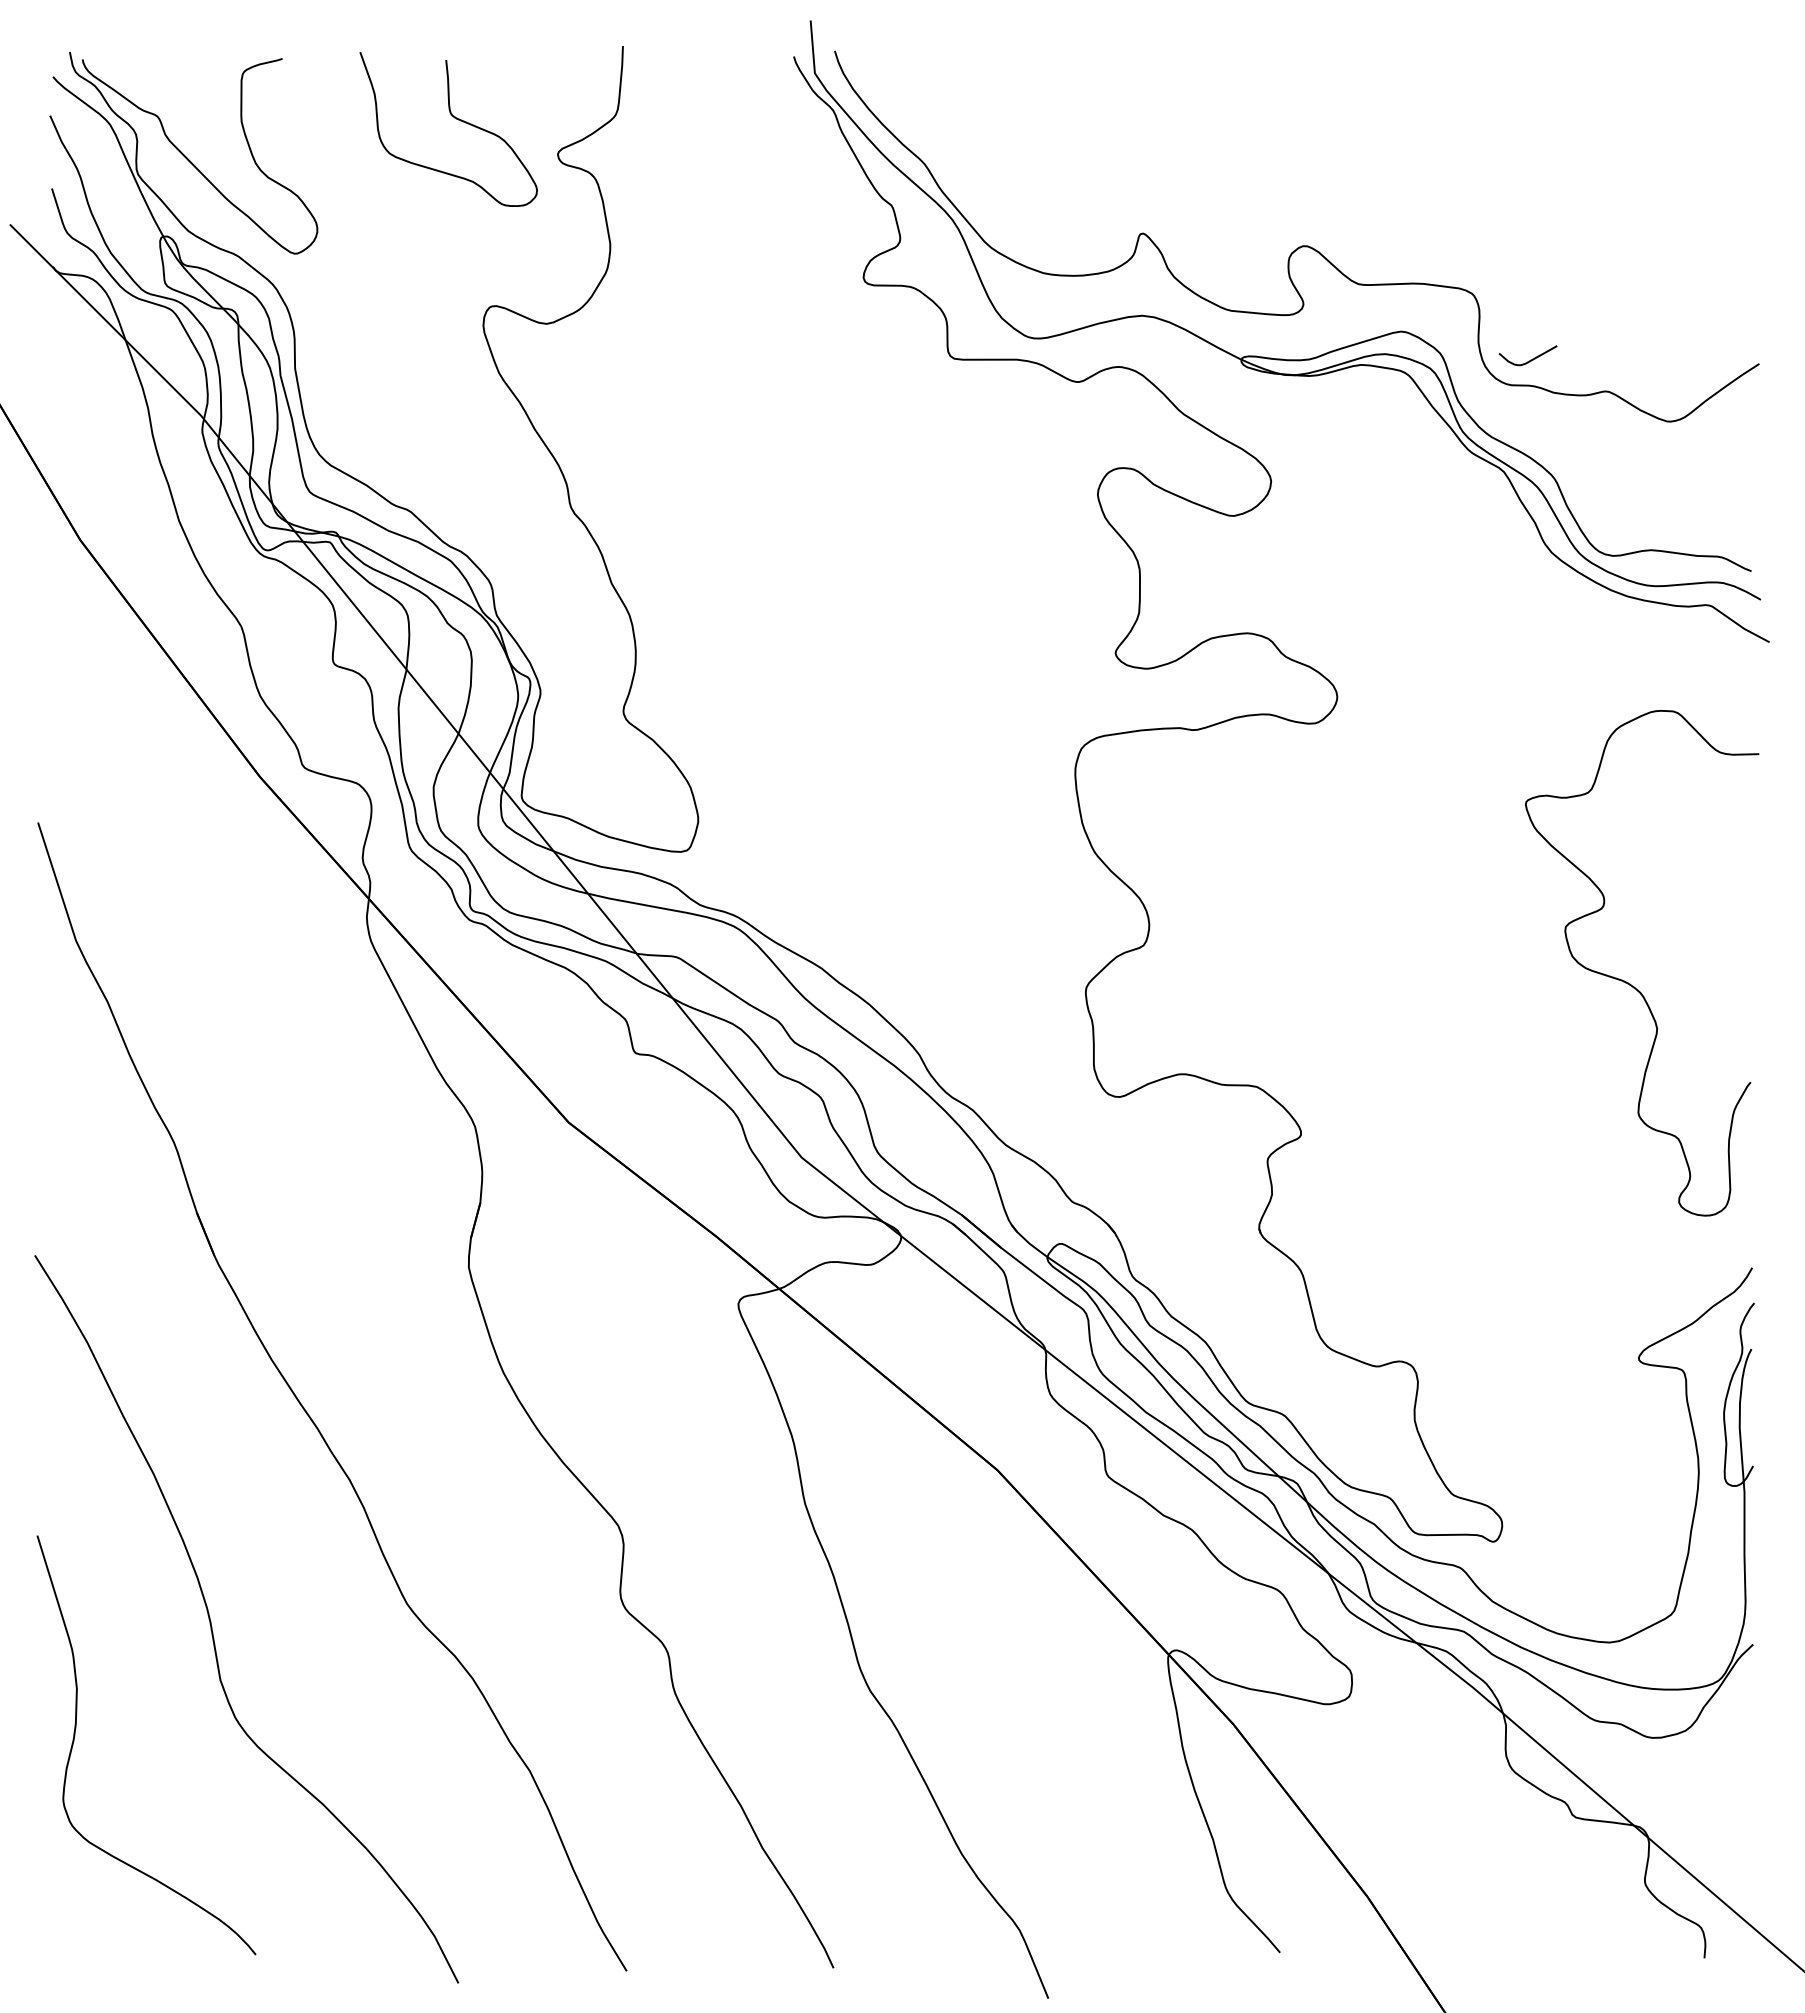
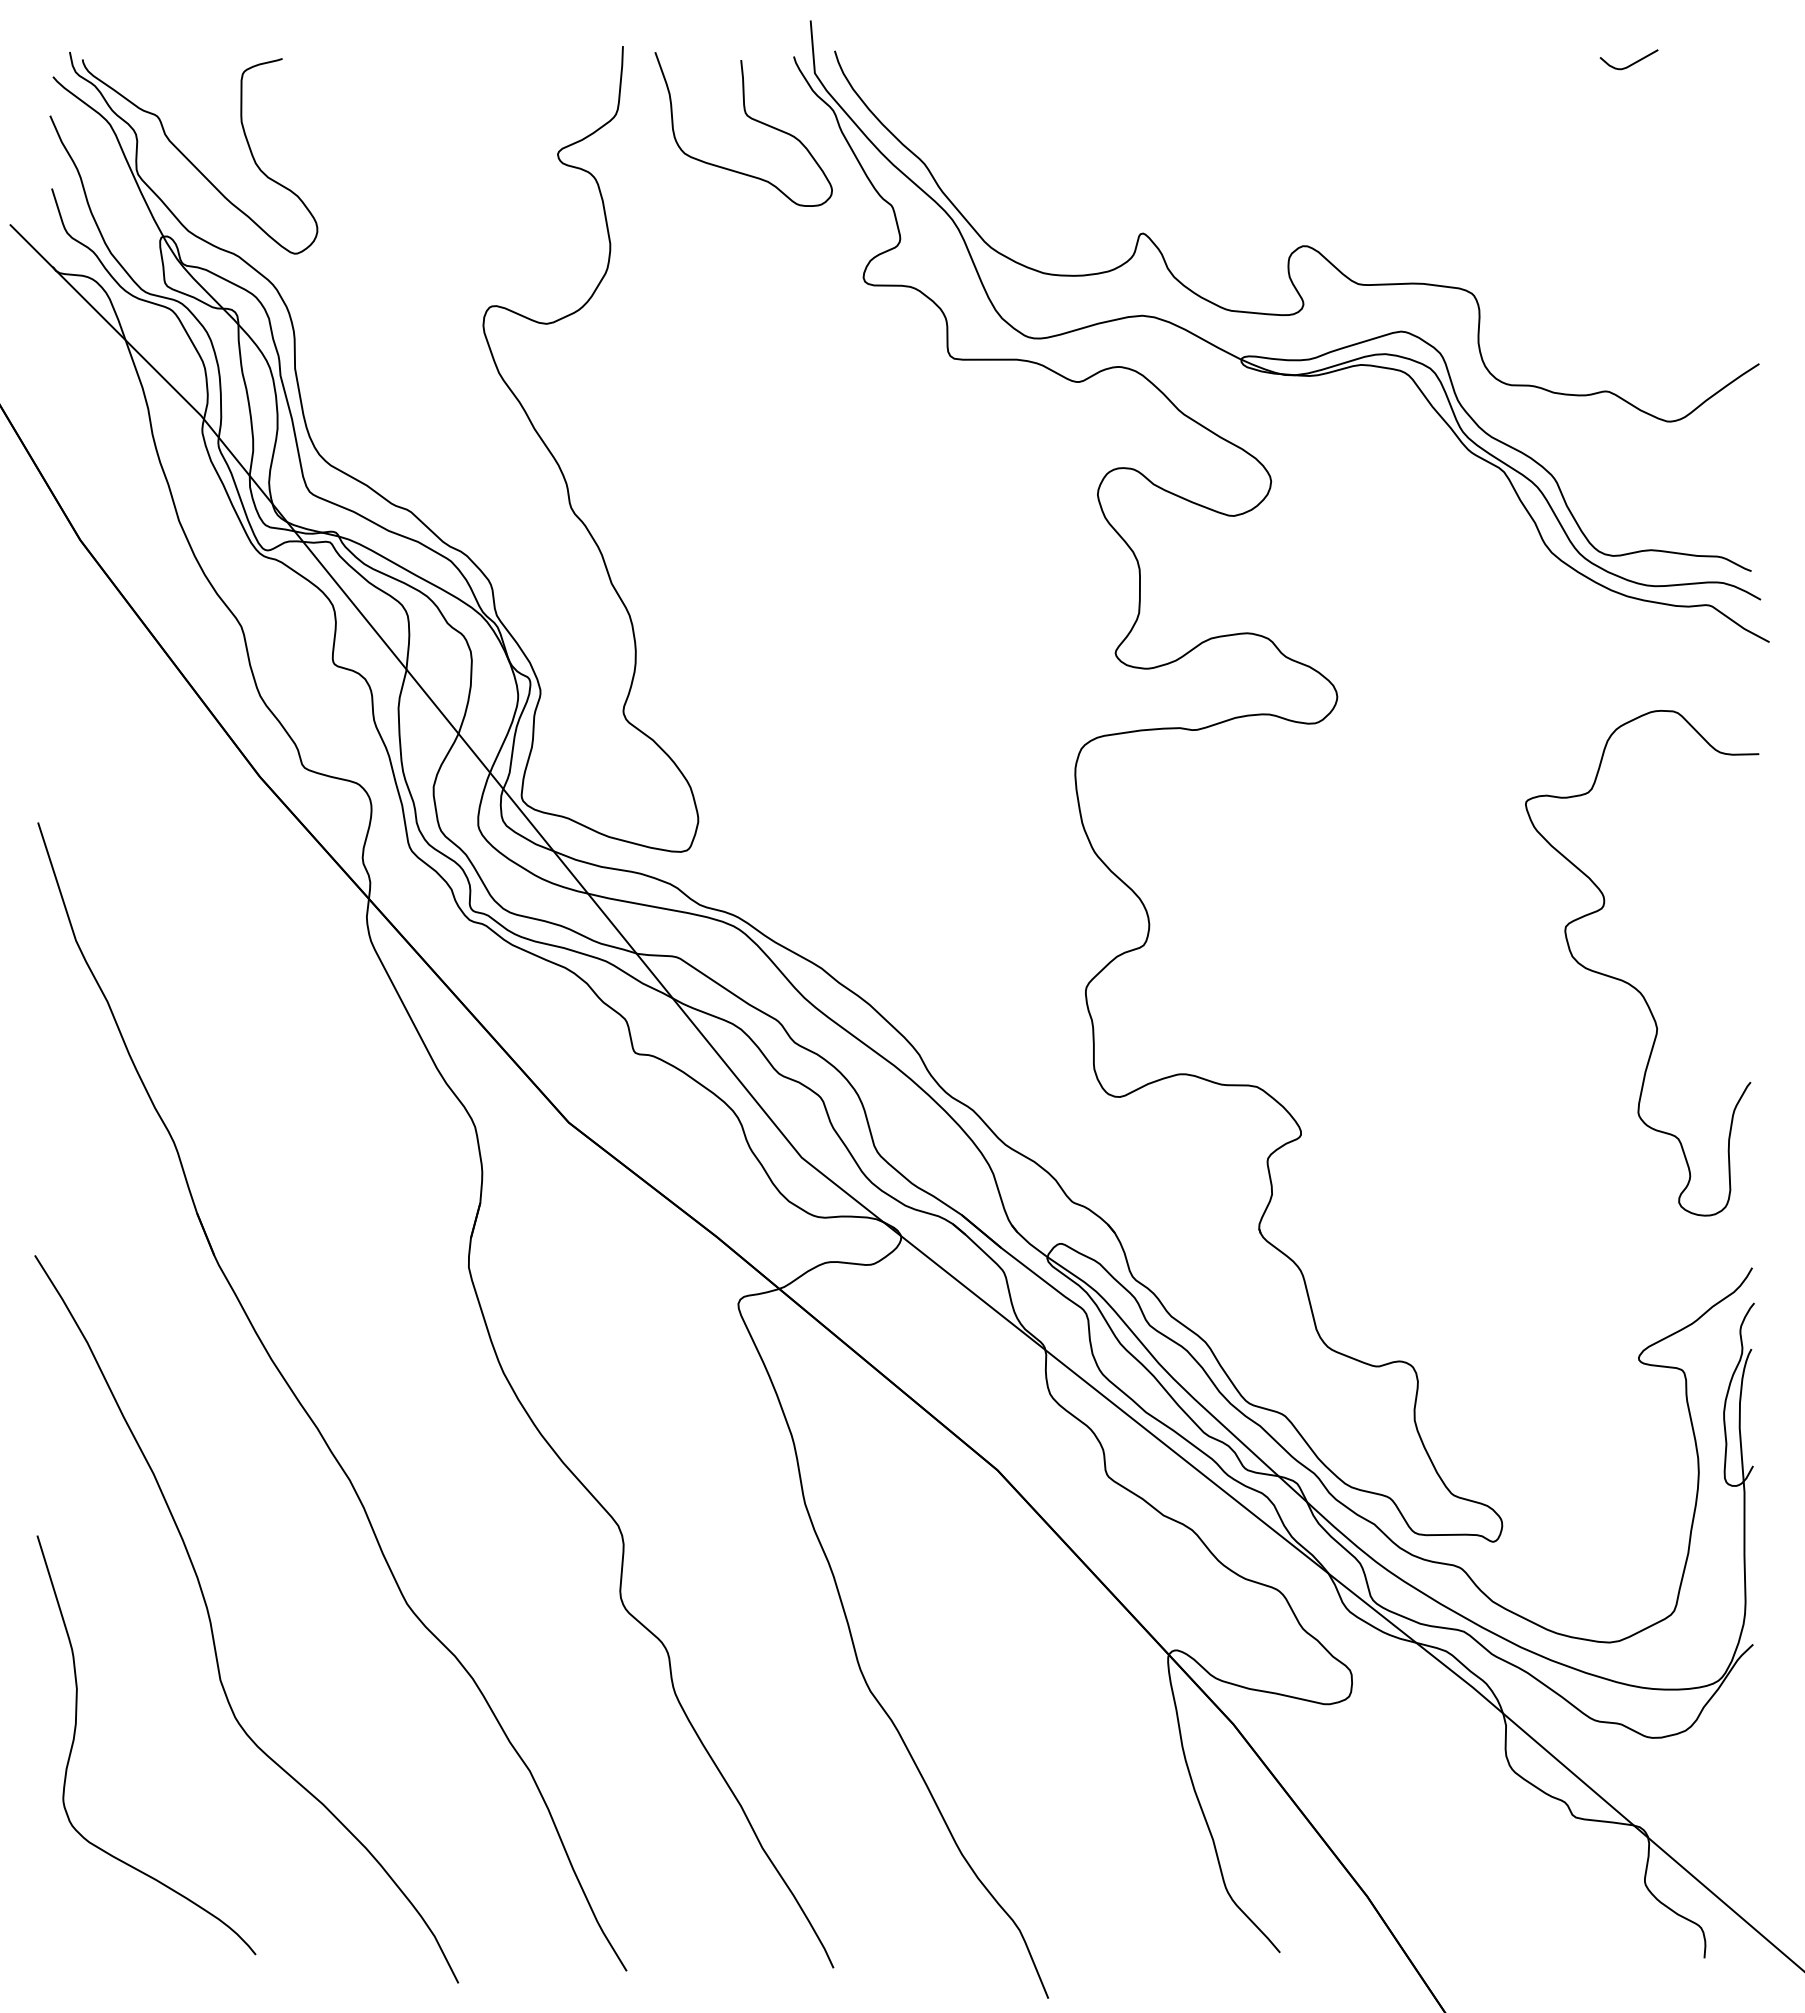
curve at (454, 118) position: (454, 118) -> (749, 118)
curve at (1530, 359) position: (1530, 359) -> (1631, 63)
